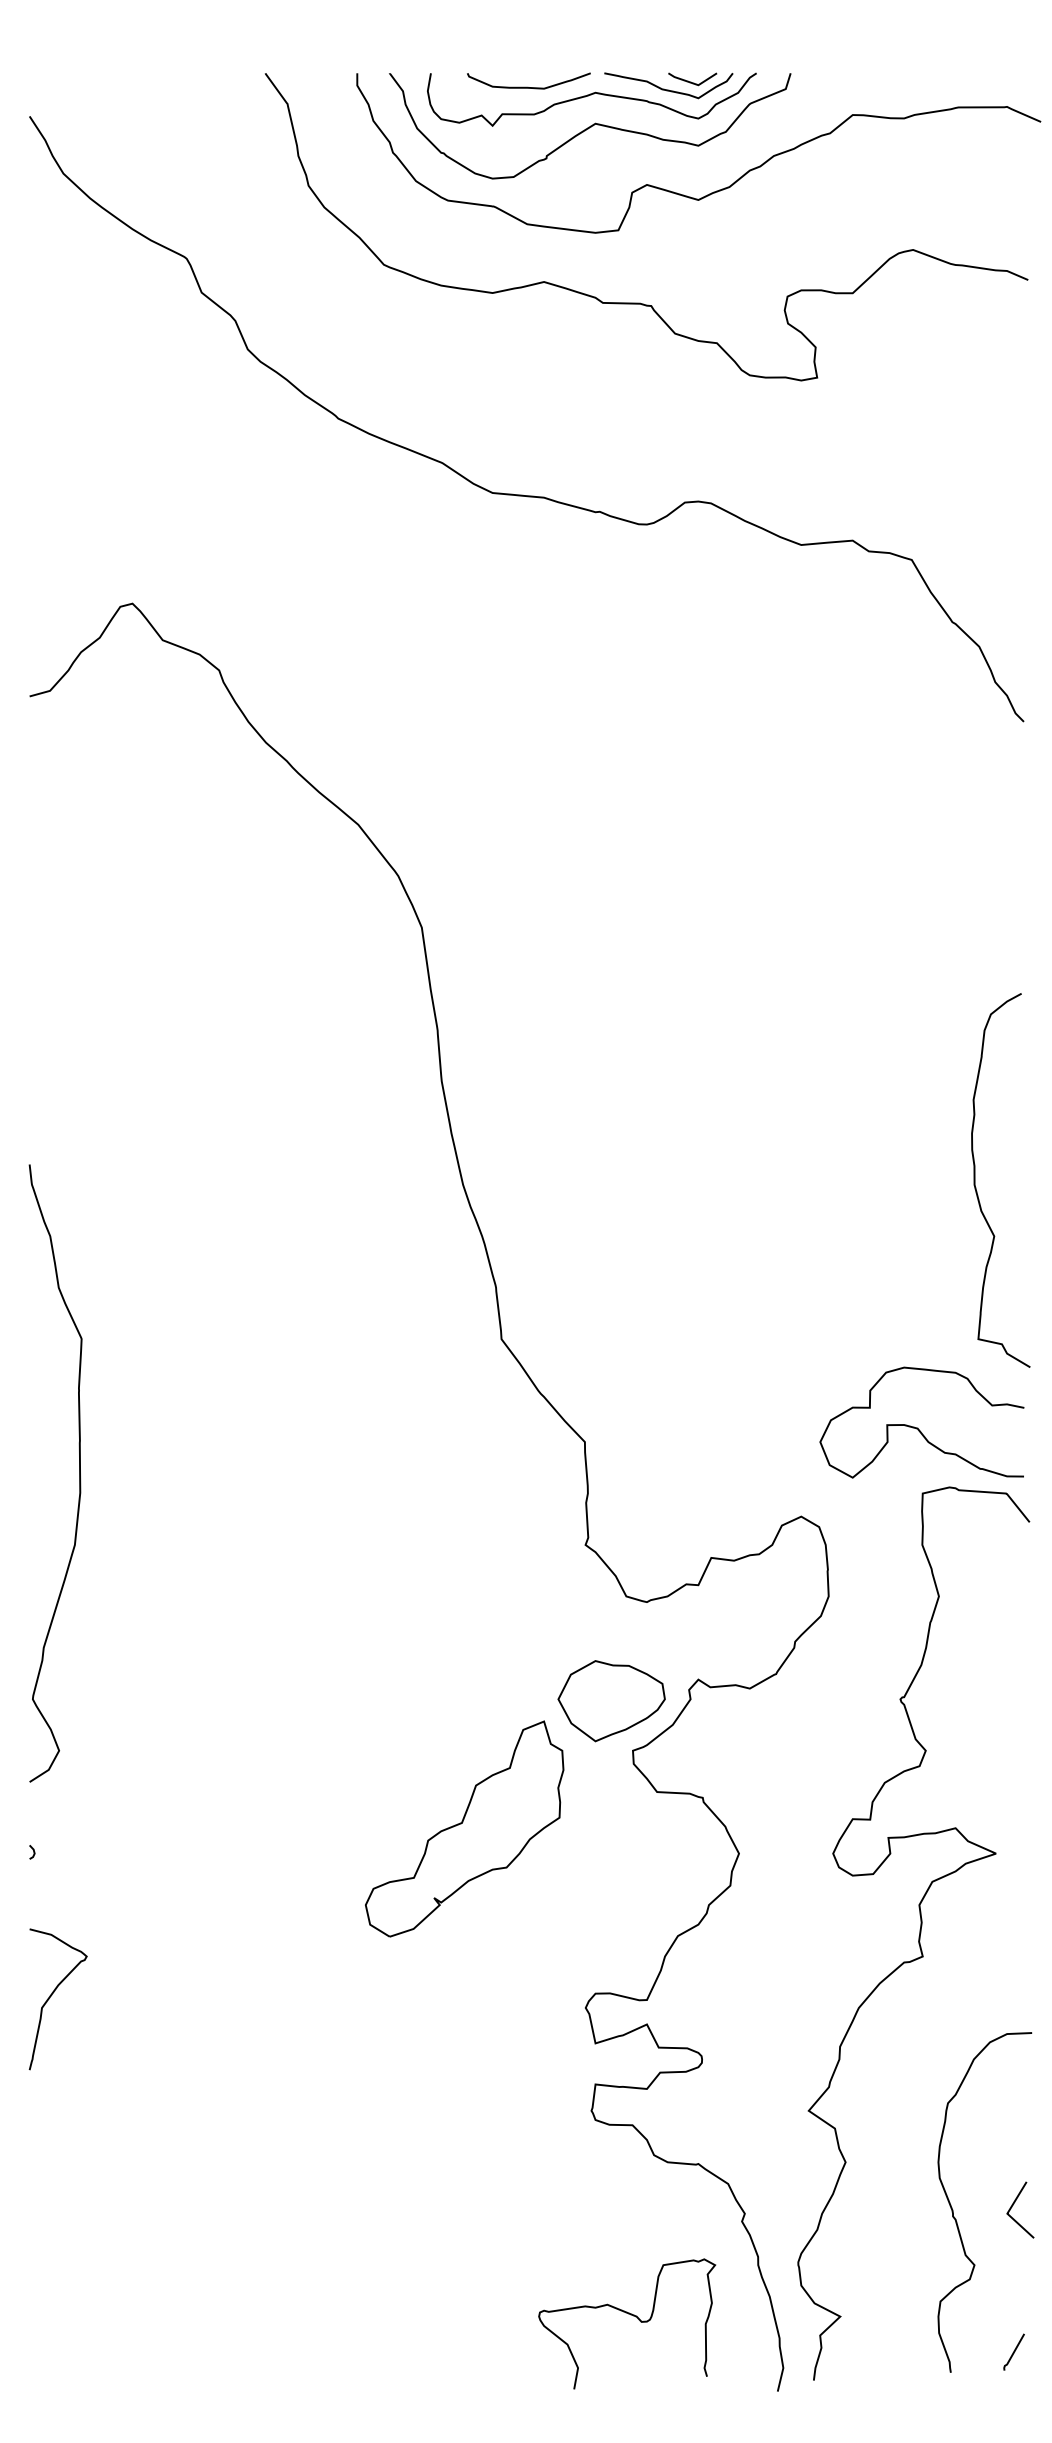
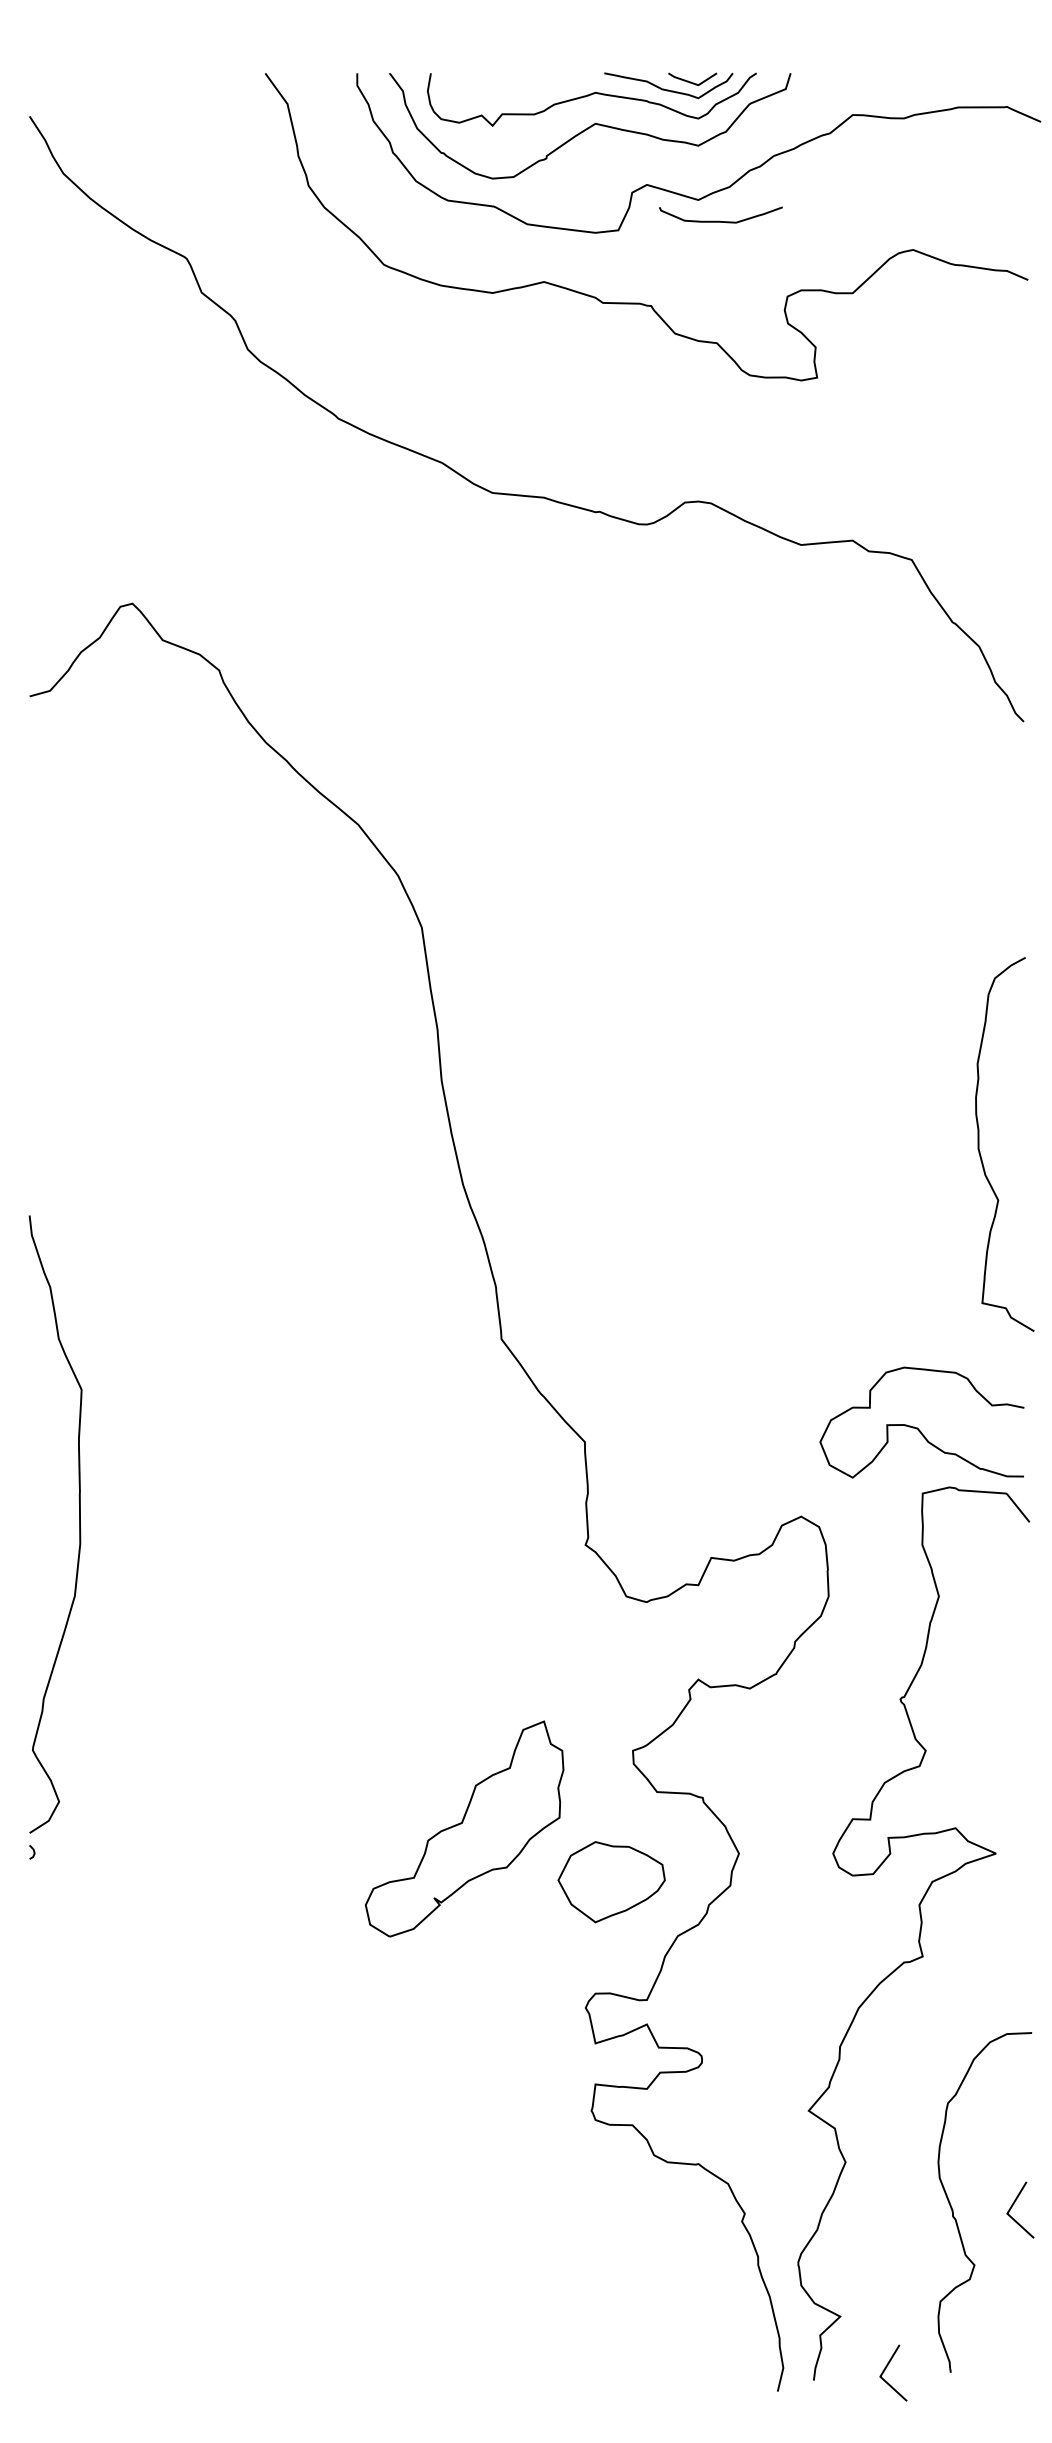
curve at (527, 86) position: (527, 86) -> (719, 220)
curve at (975, 1180) position: (975, 1180) -> (979, 1144)
curve at (79, 1473) position: (79, 1473) -> (79, 1524)
part at (611, 1701) position: (611, 1701) -> (611, 1882)
curve at (52, 1995): present -> none
curve at (630, 2315): present -> none
line at (1013, 2351): present -> none
line at (886, 2368): none -> present
